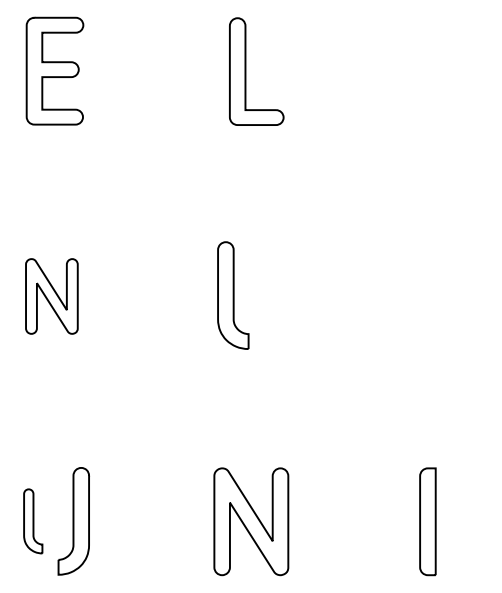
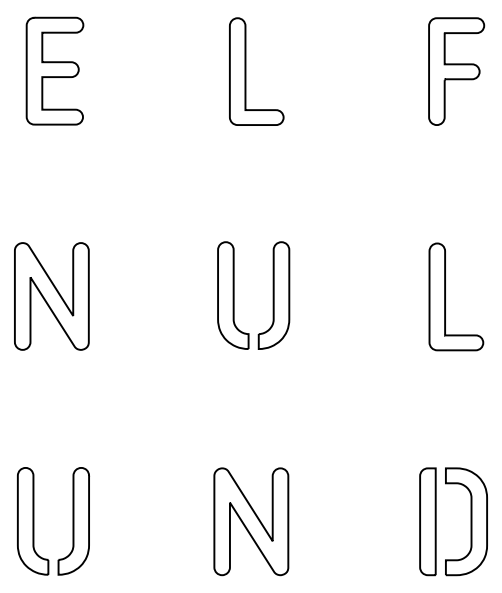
part at (456, 71): none -> present
part at (273, 295): none -> present
part at (51, 296) size: 54x77 px -> 76x109 px
part at (445, 296): none -> present
part at (33, 521) size: 21x67 px -> 33x109 px
part at (466, 521): none -> present
